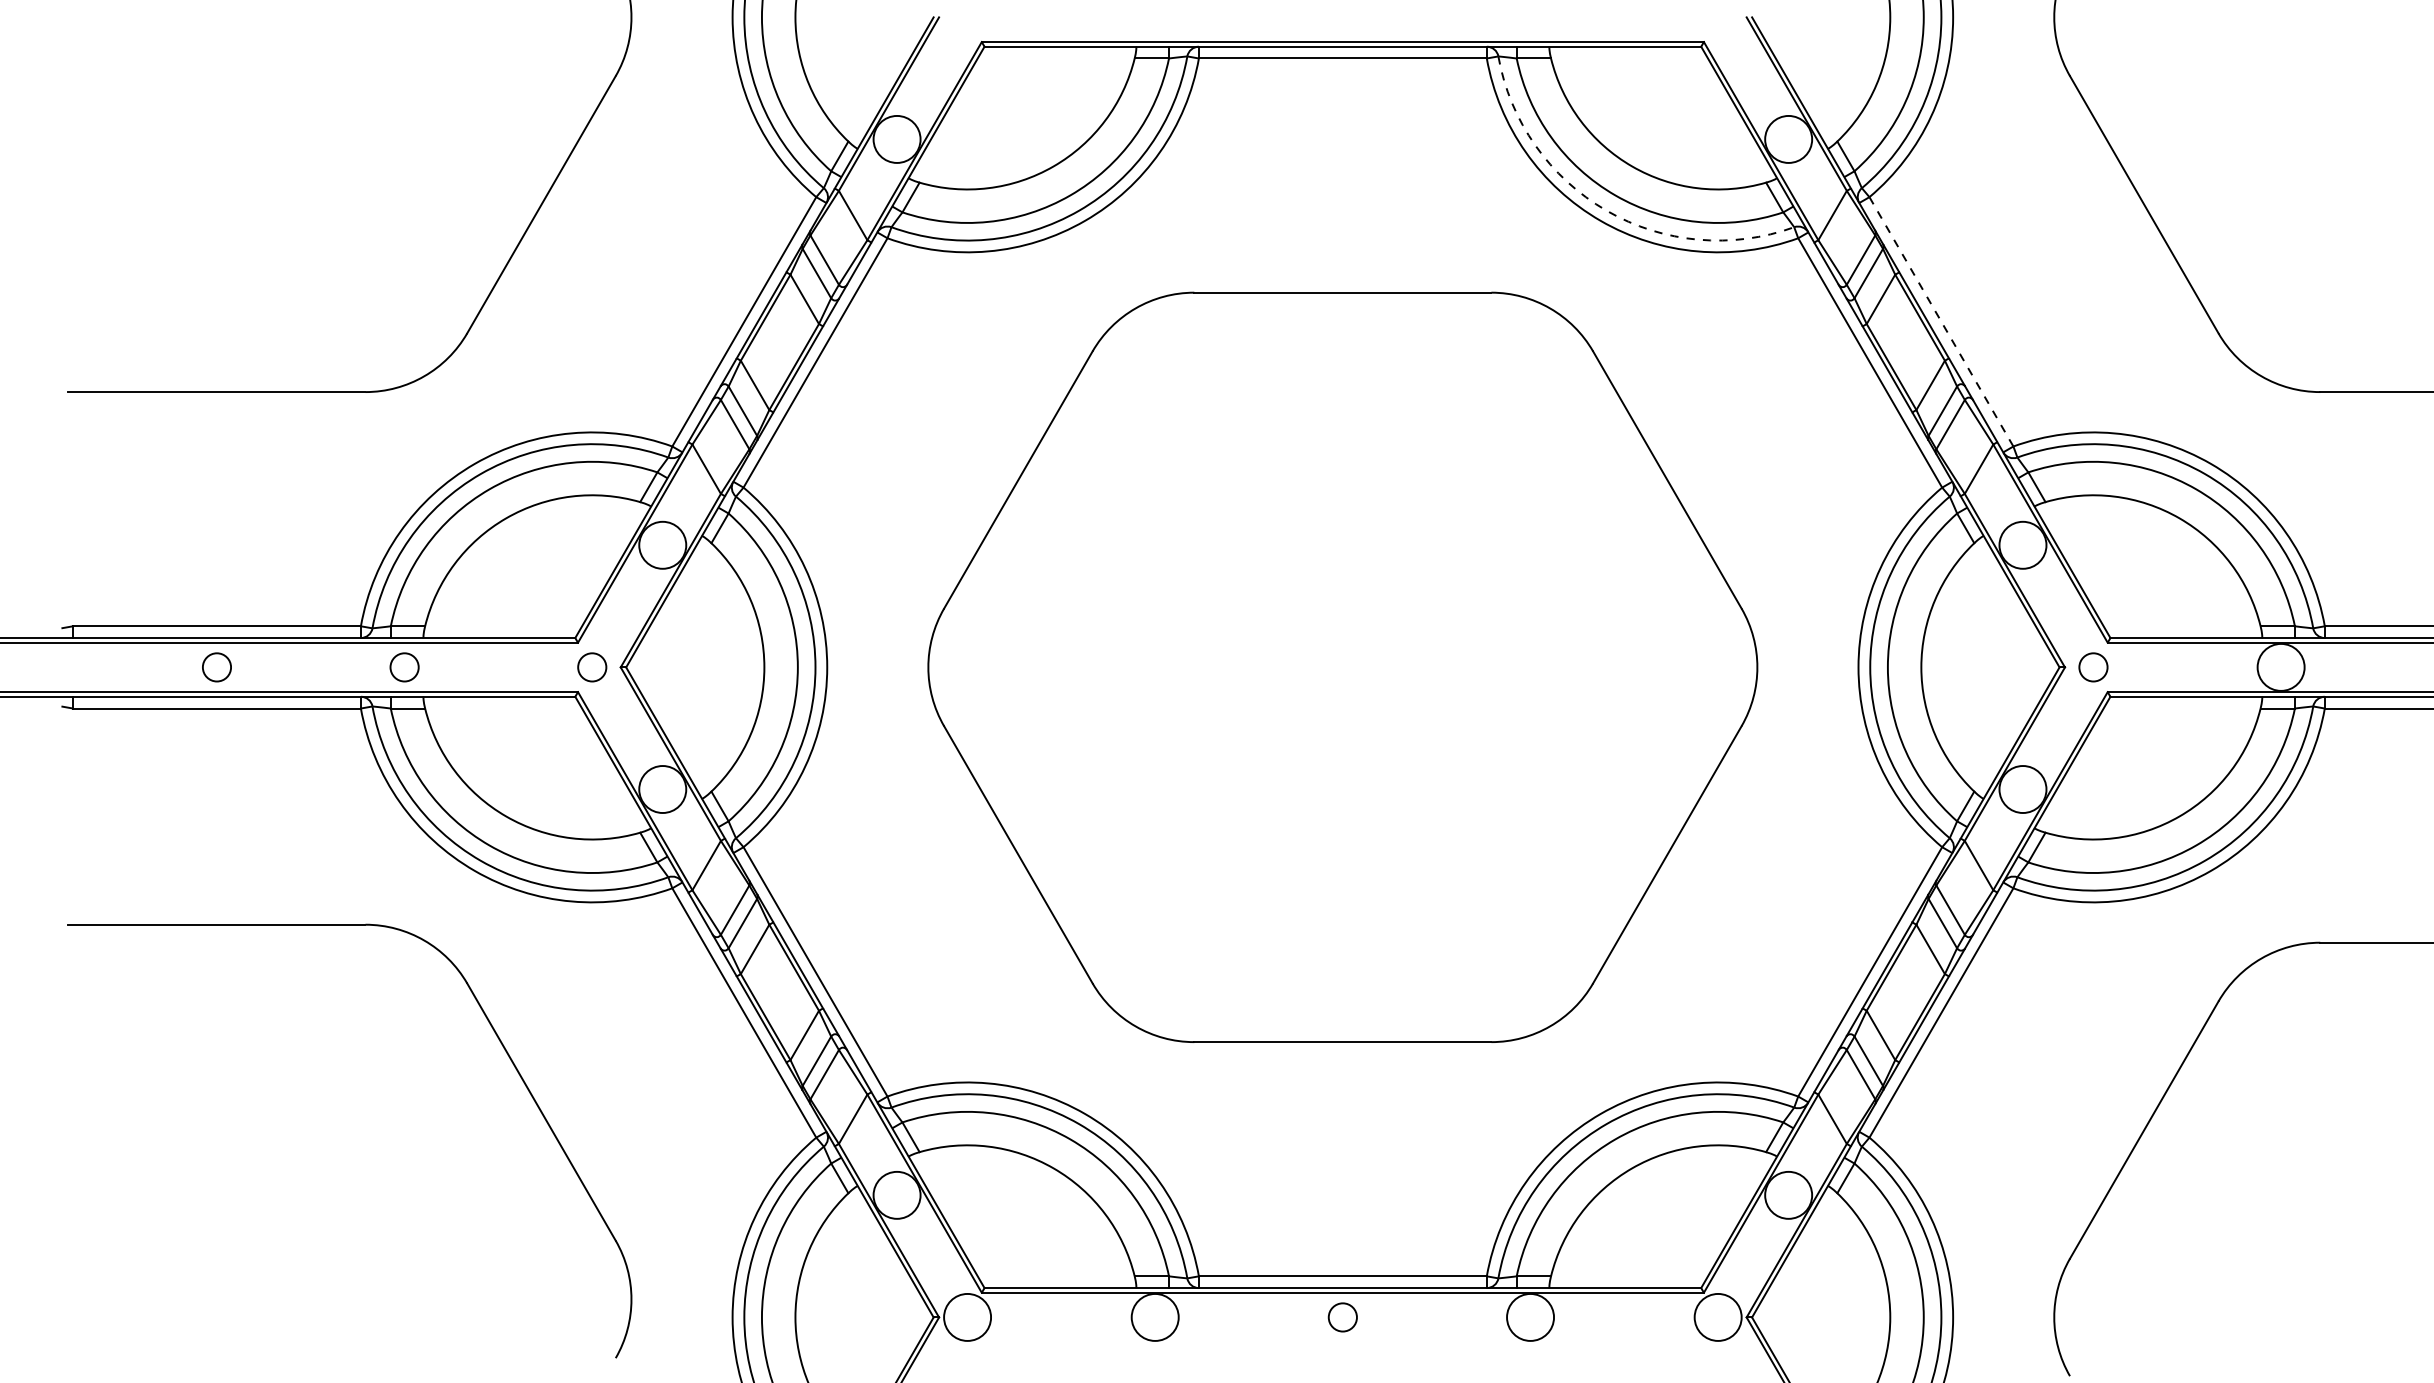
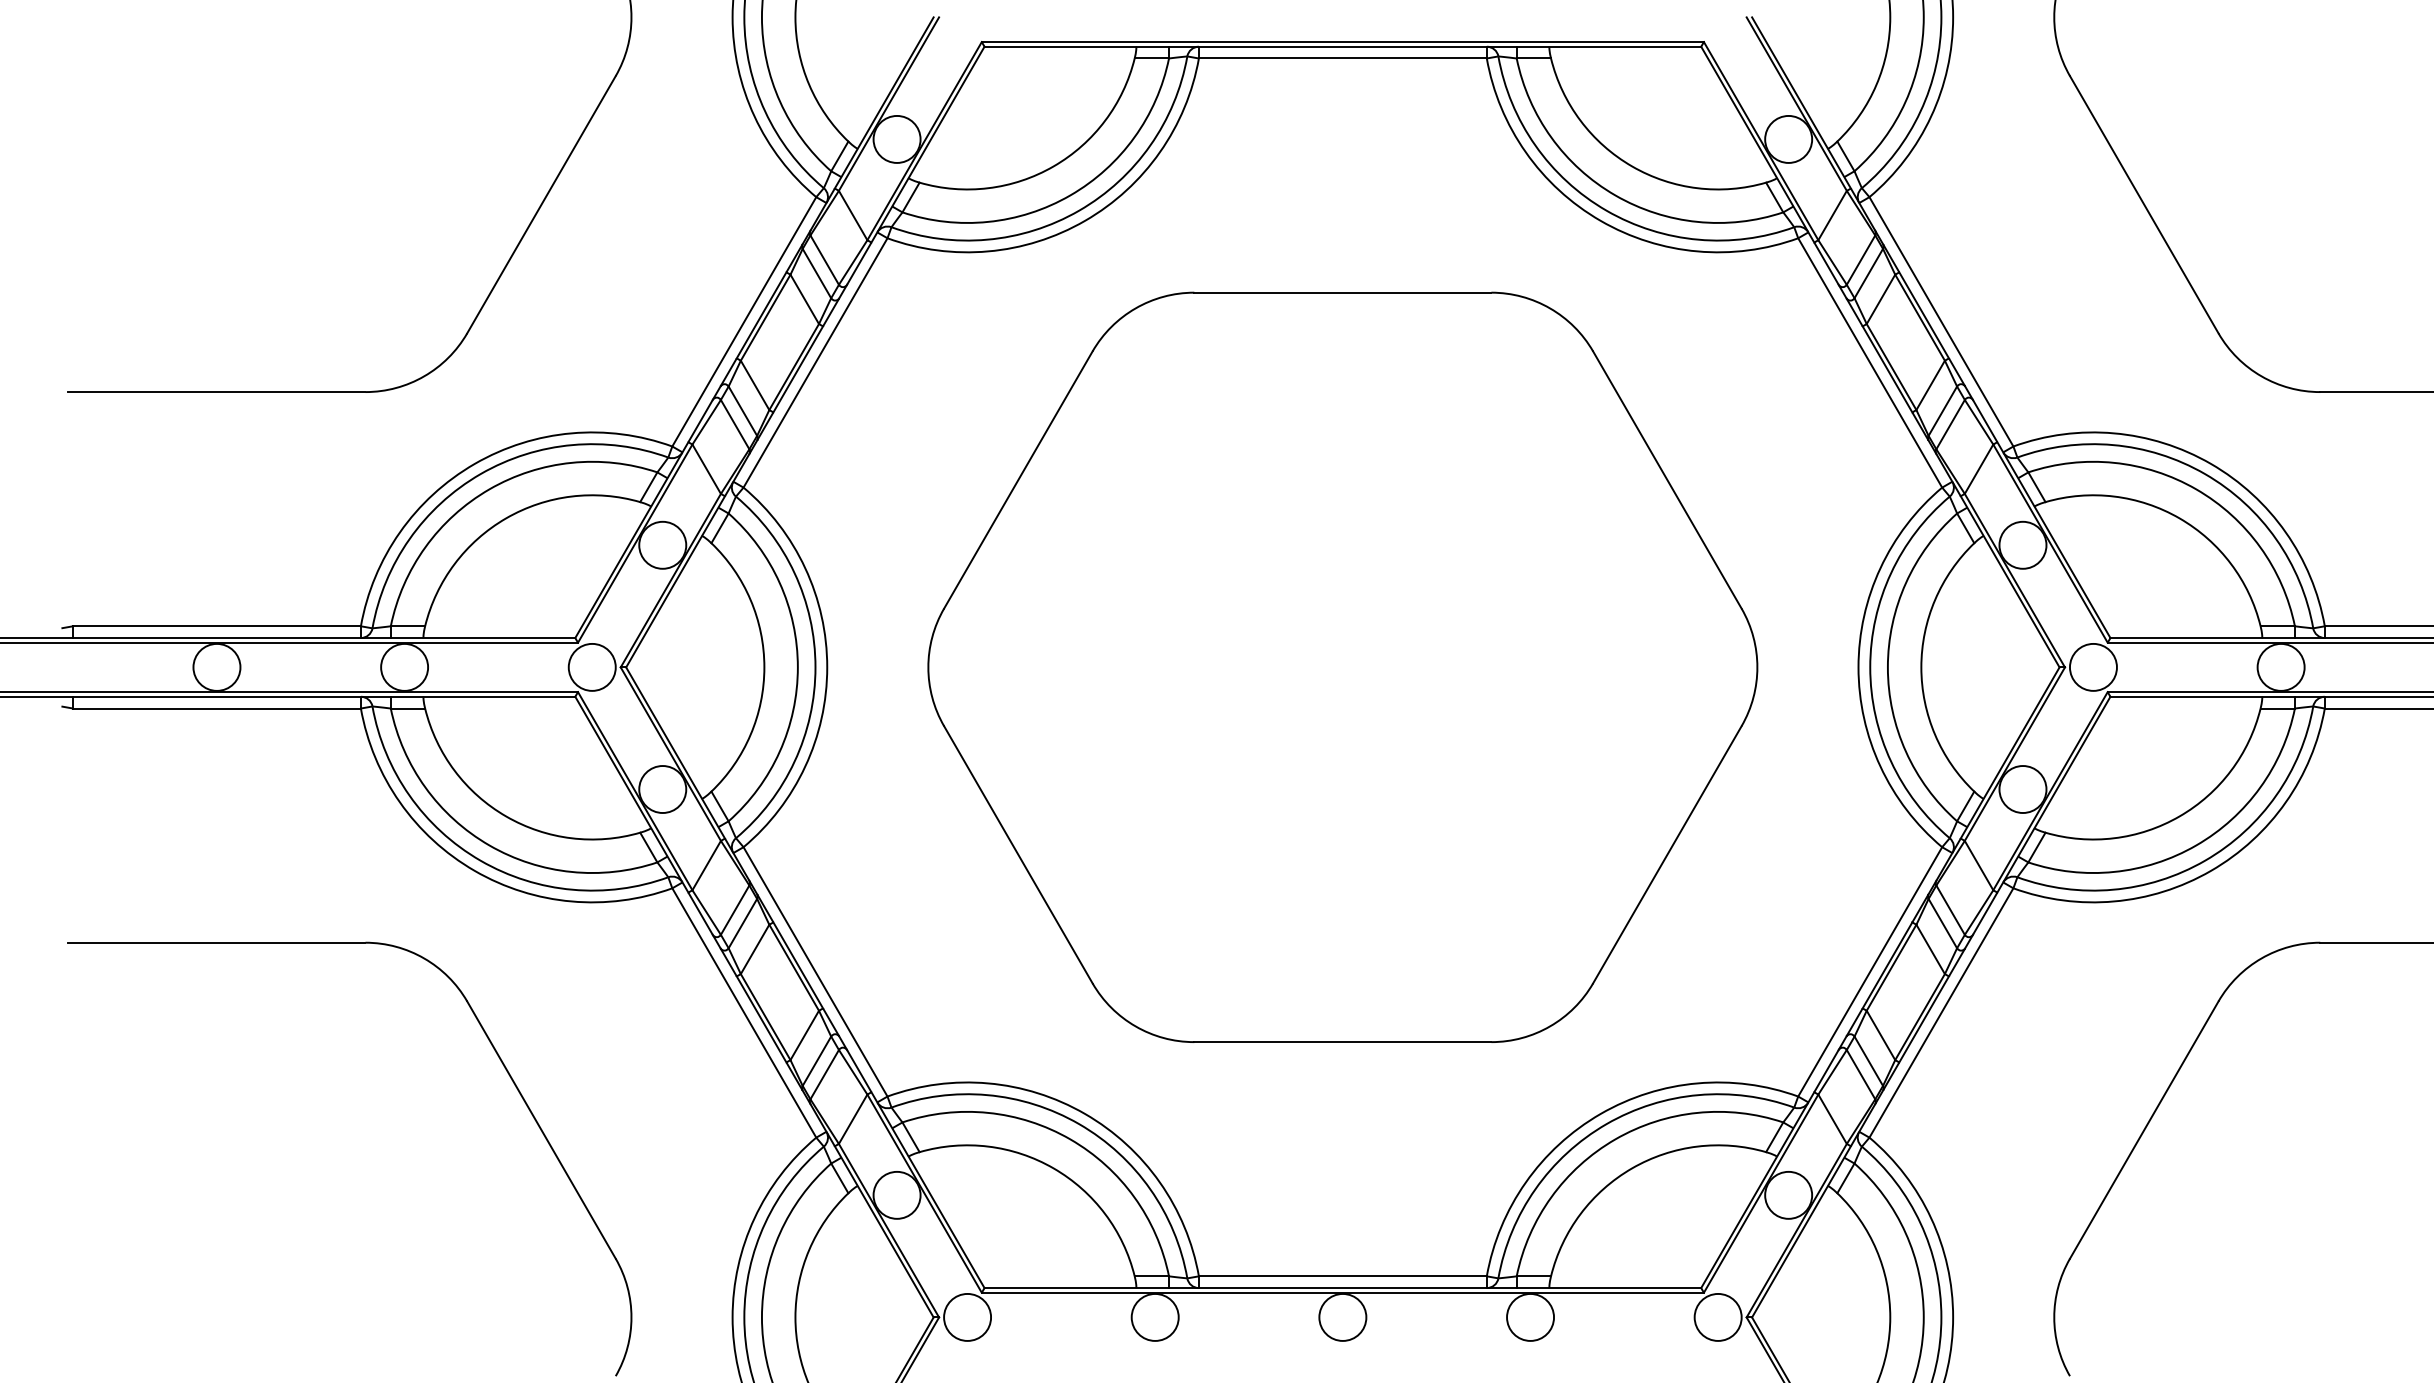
arc at (1606, 210): dashed -> solid
line at (1941, 321): dashed -> solid
circle at (216, 667) diameter: 28 px -> 47 px
circle at (404, 667) diameter: 28 px -> 47 px
circle at (592, 667) diameter: 28 px -> 47 px
circle at (2093, 667) diameter: 28 px -> 47 px
part at (504, 1050) position: (504, 1050) -> (504, 1068)
circle at (1342, 1317) diameter: 28 px -> 47 px
